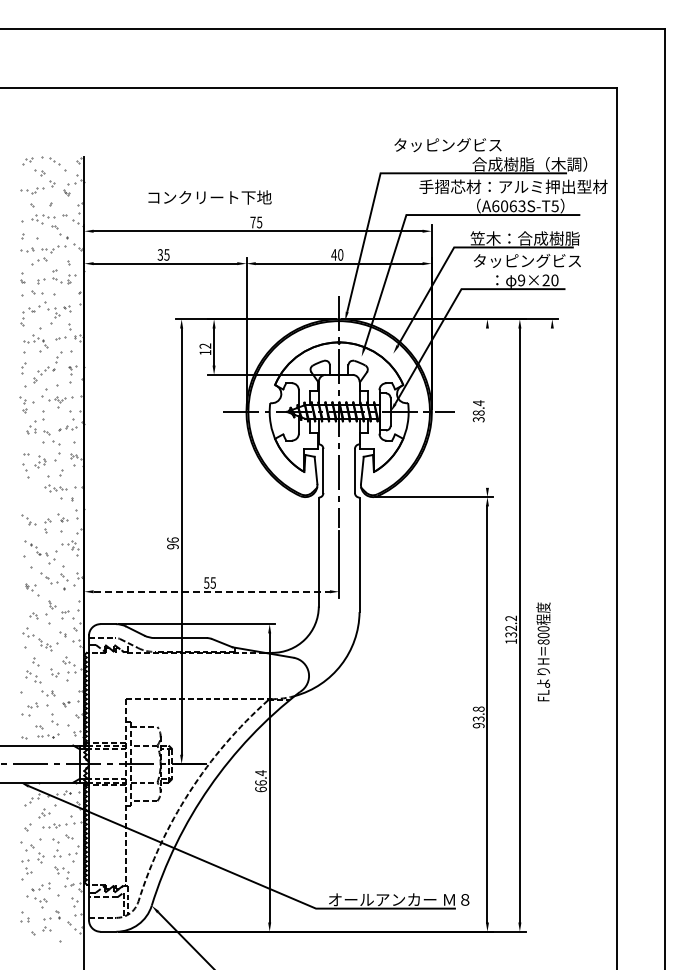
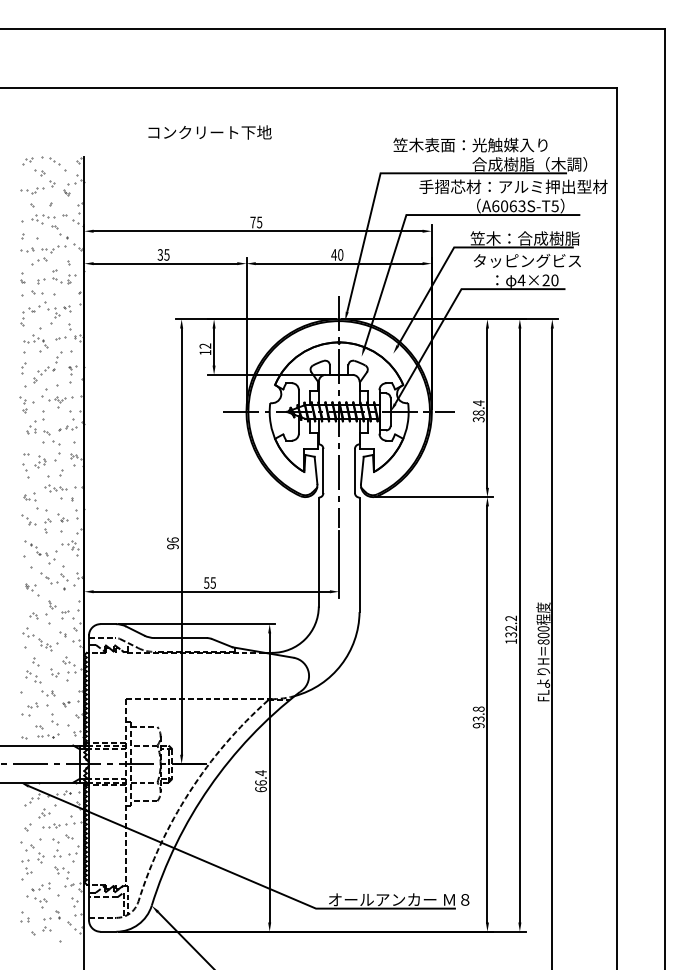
text at (470, 144): タッピングビス -> 笠木表面：光触媒入り
text at (209, 197) position: (209, 197) -> (209, 132)
text at (521, 280): 9×20 -> 4×20
line at (487, 407): none -> present
part at (35, 501): none -> present
line at (212, 591): dashed -> solid
line at (552, 647): none -> present
